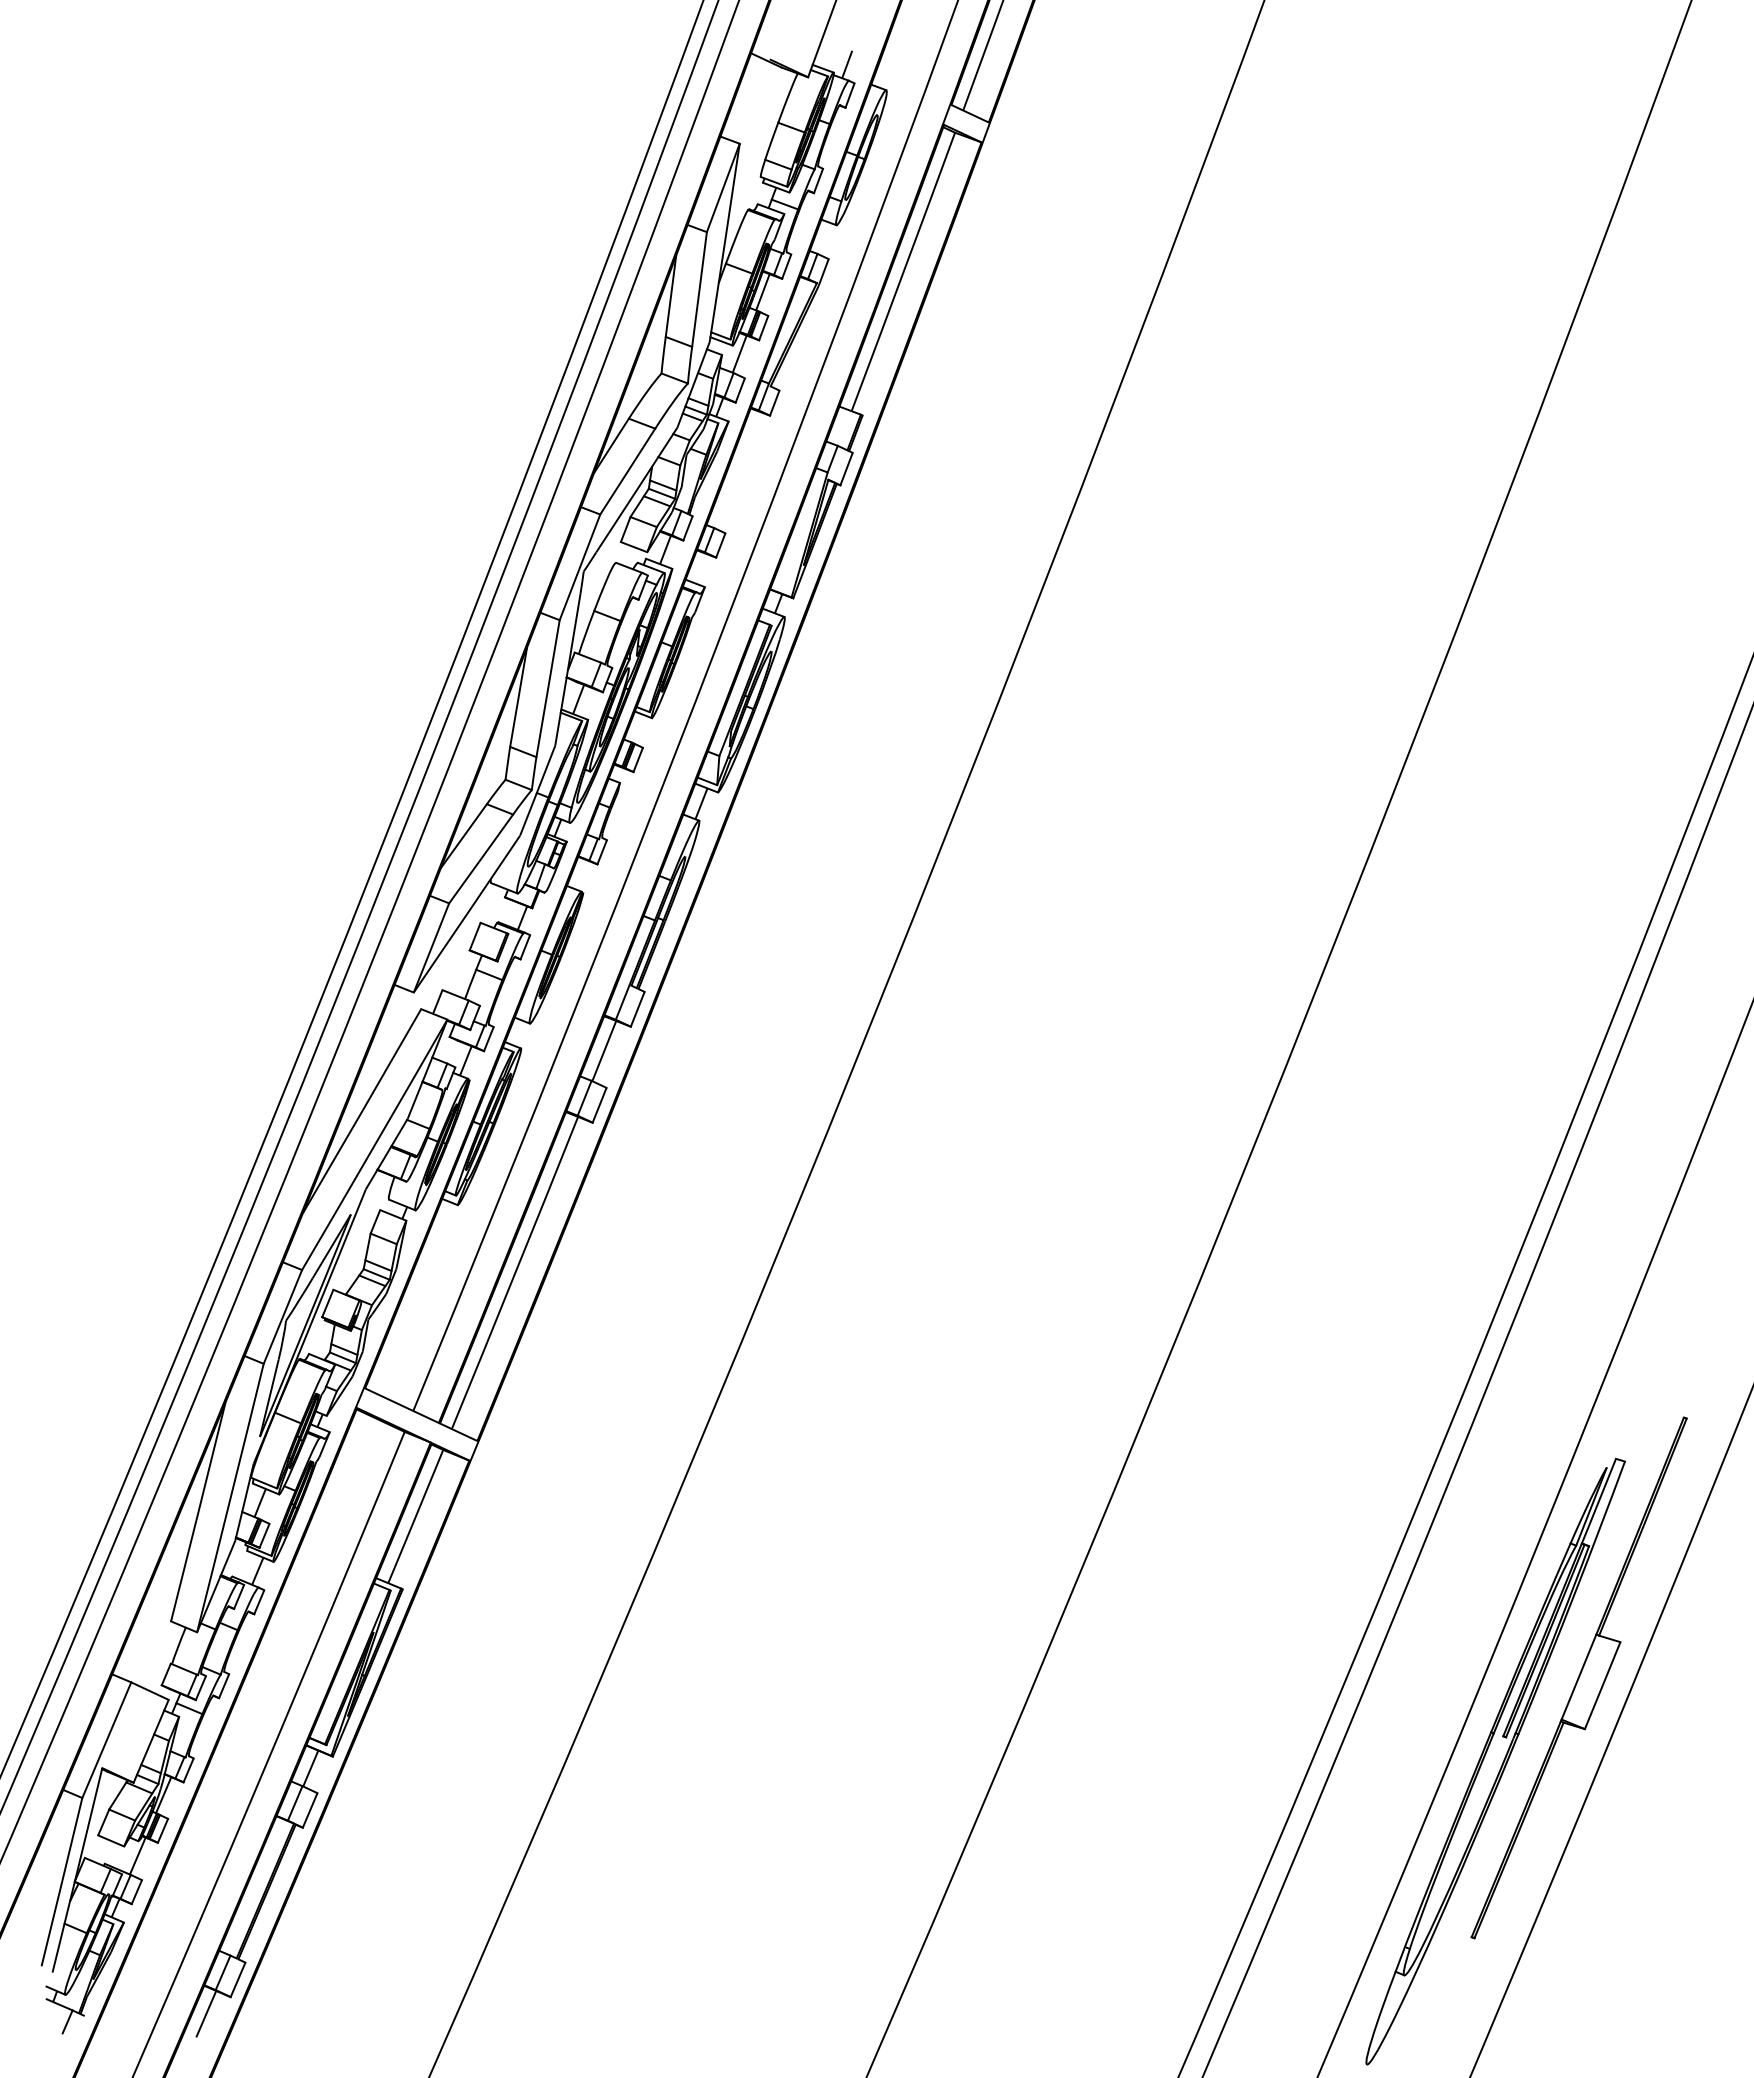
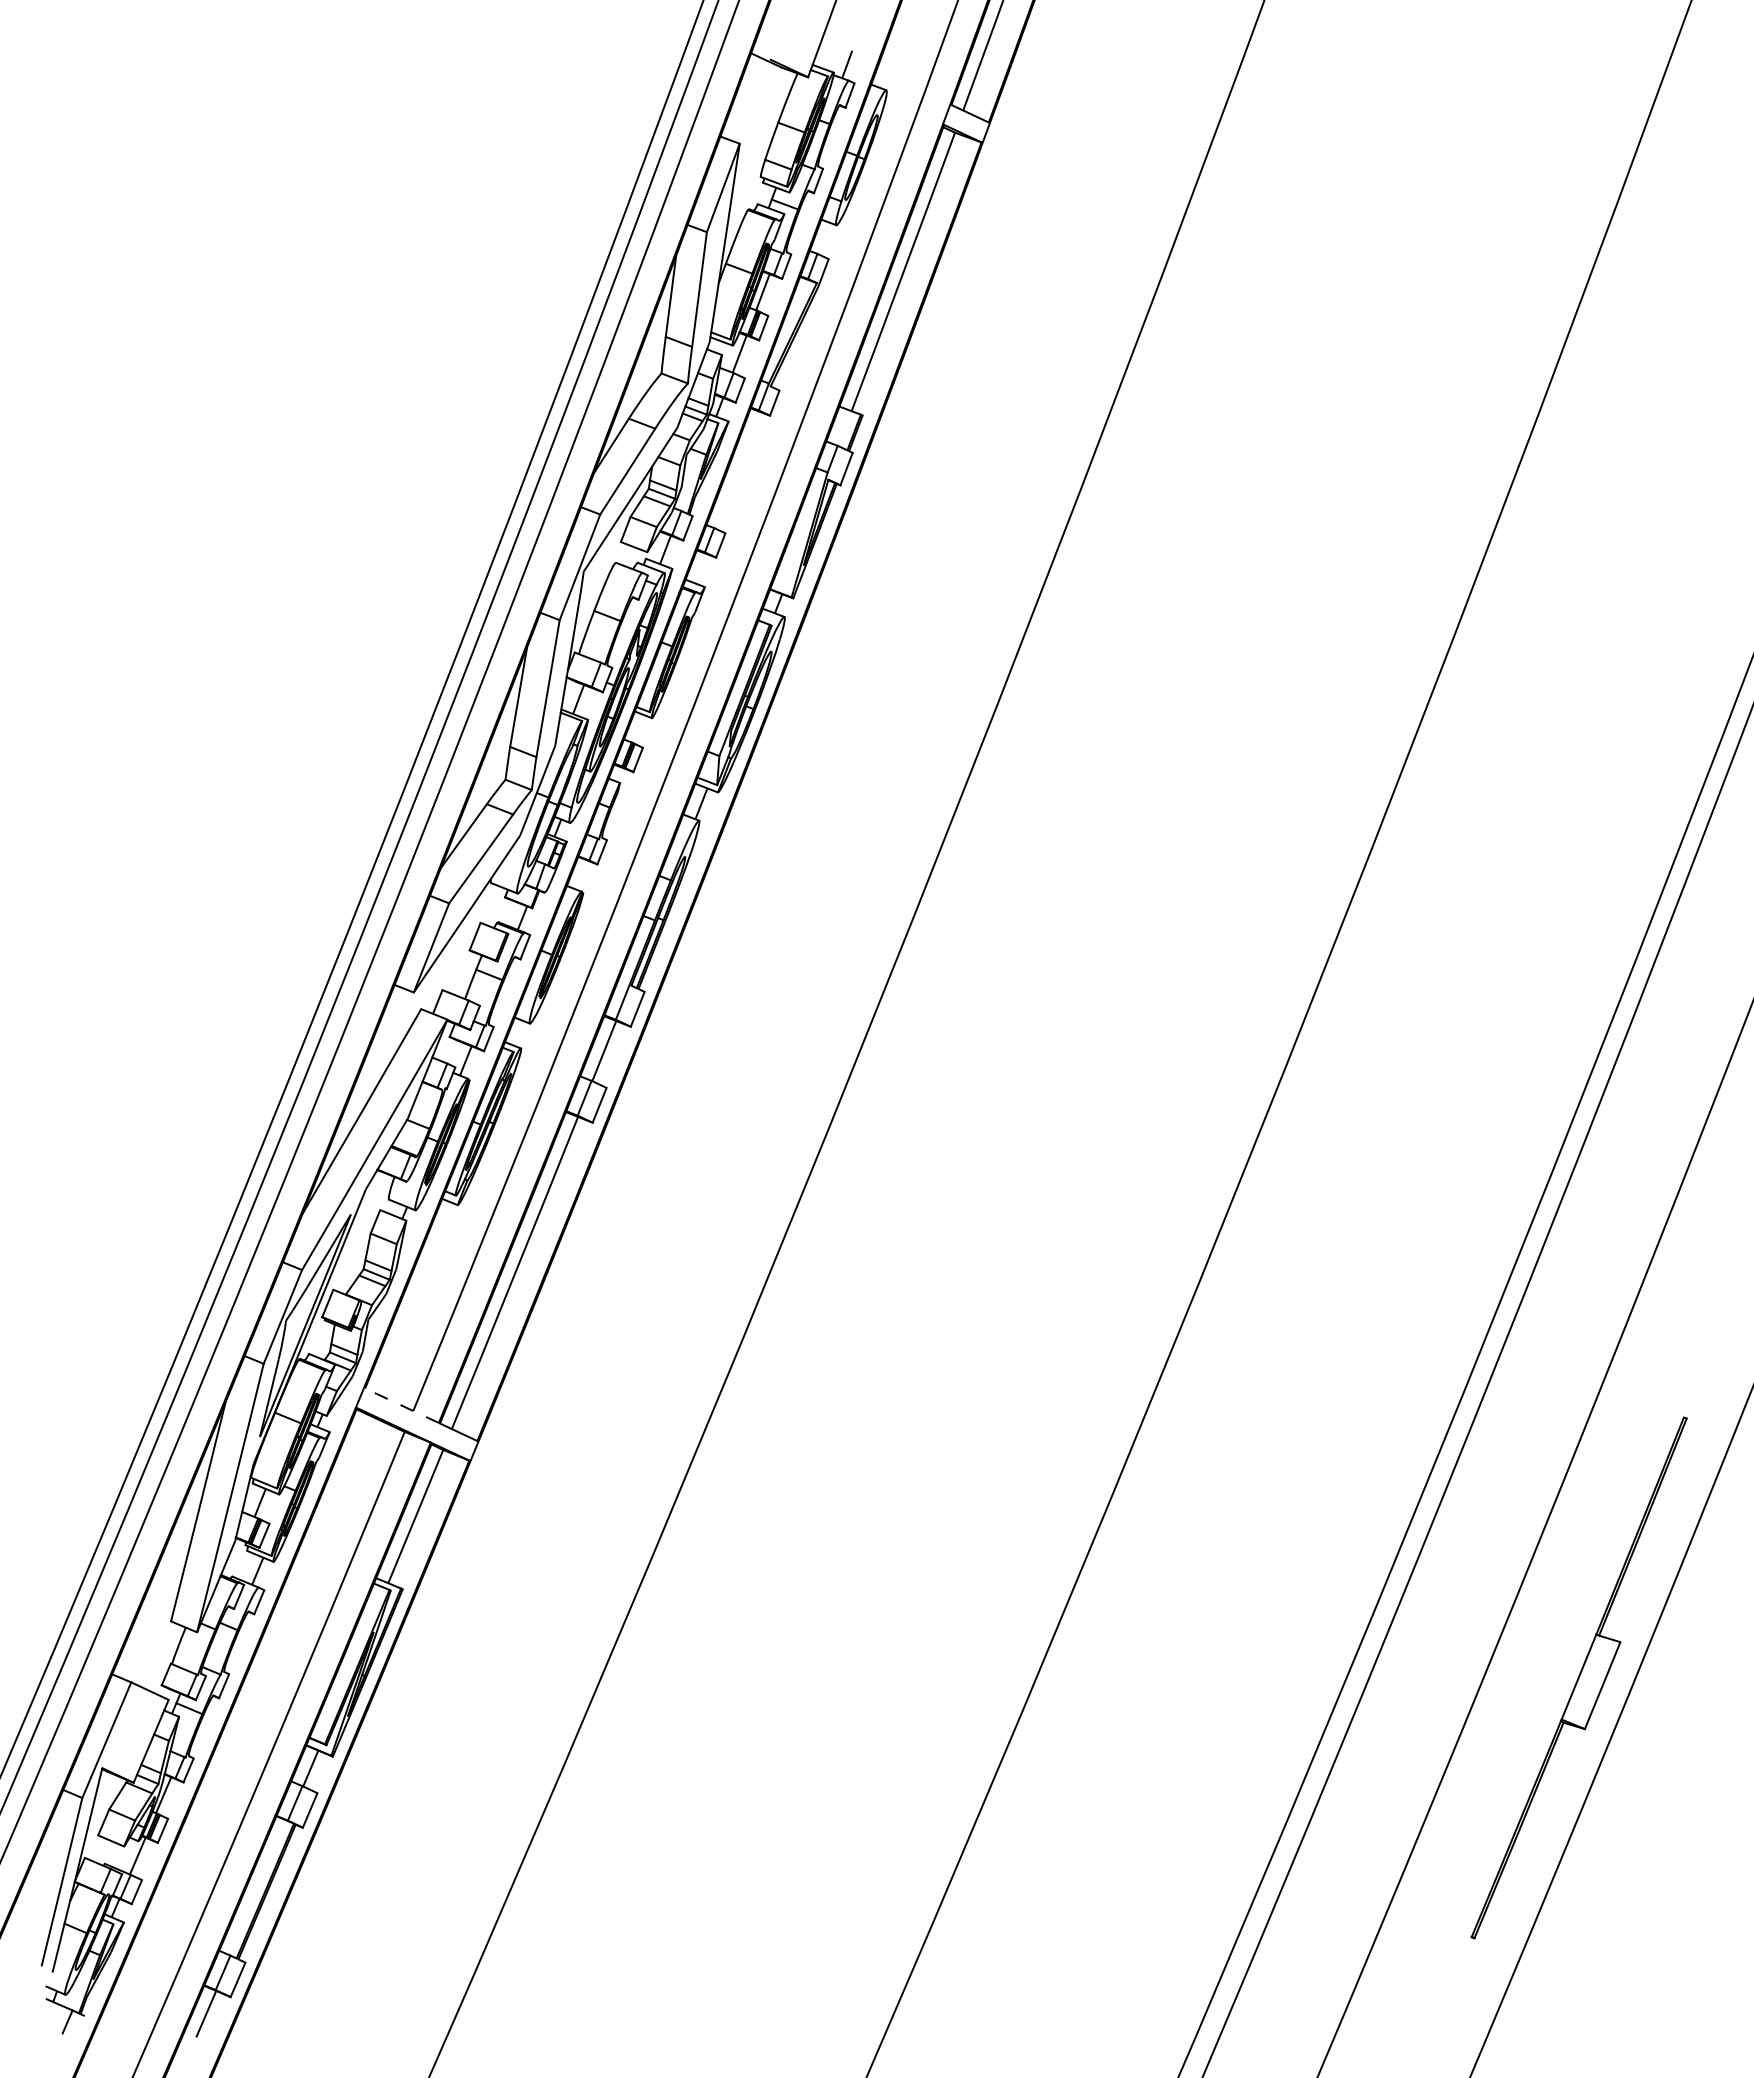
line at (402, 1405): solid -> dashed
part at (1501, 1764): present -> none
